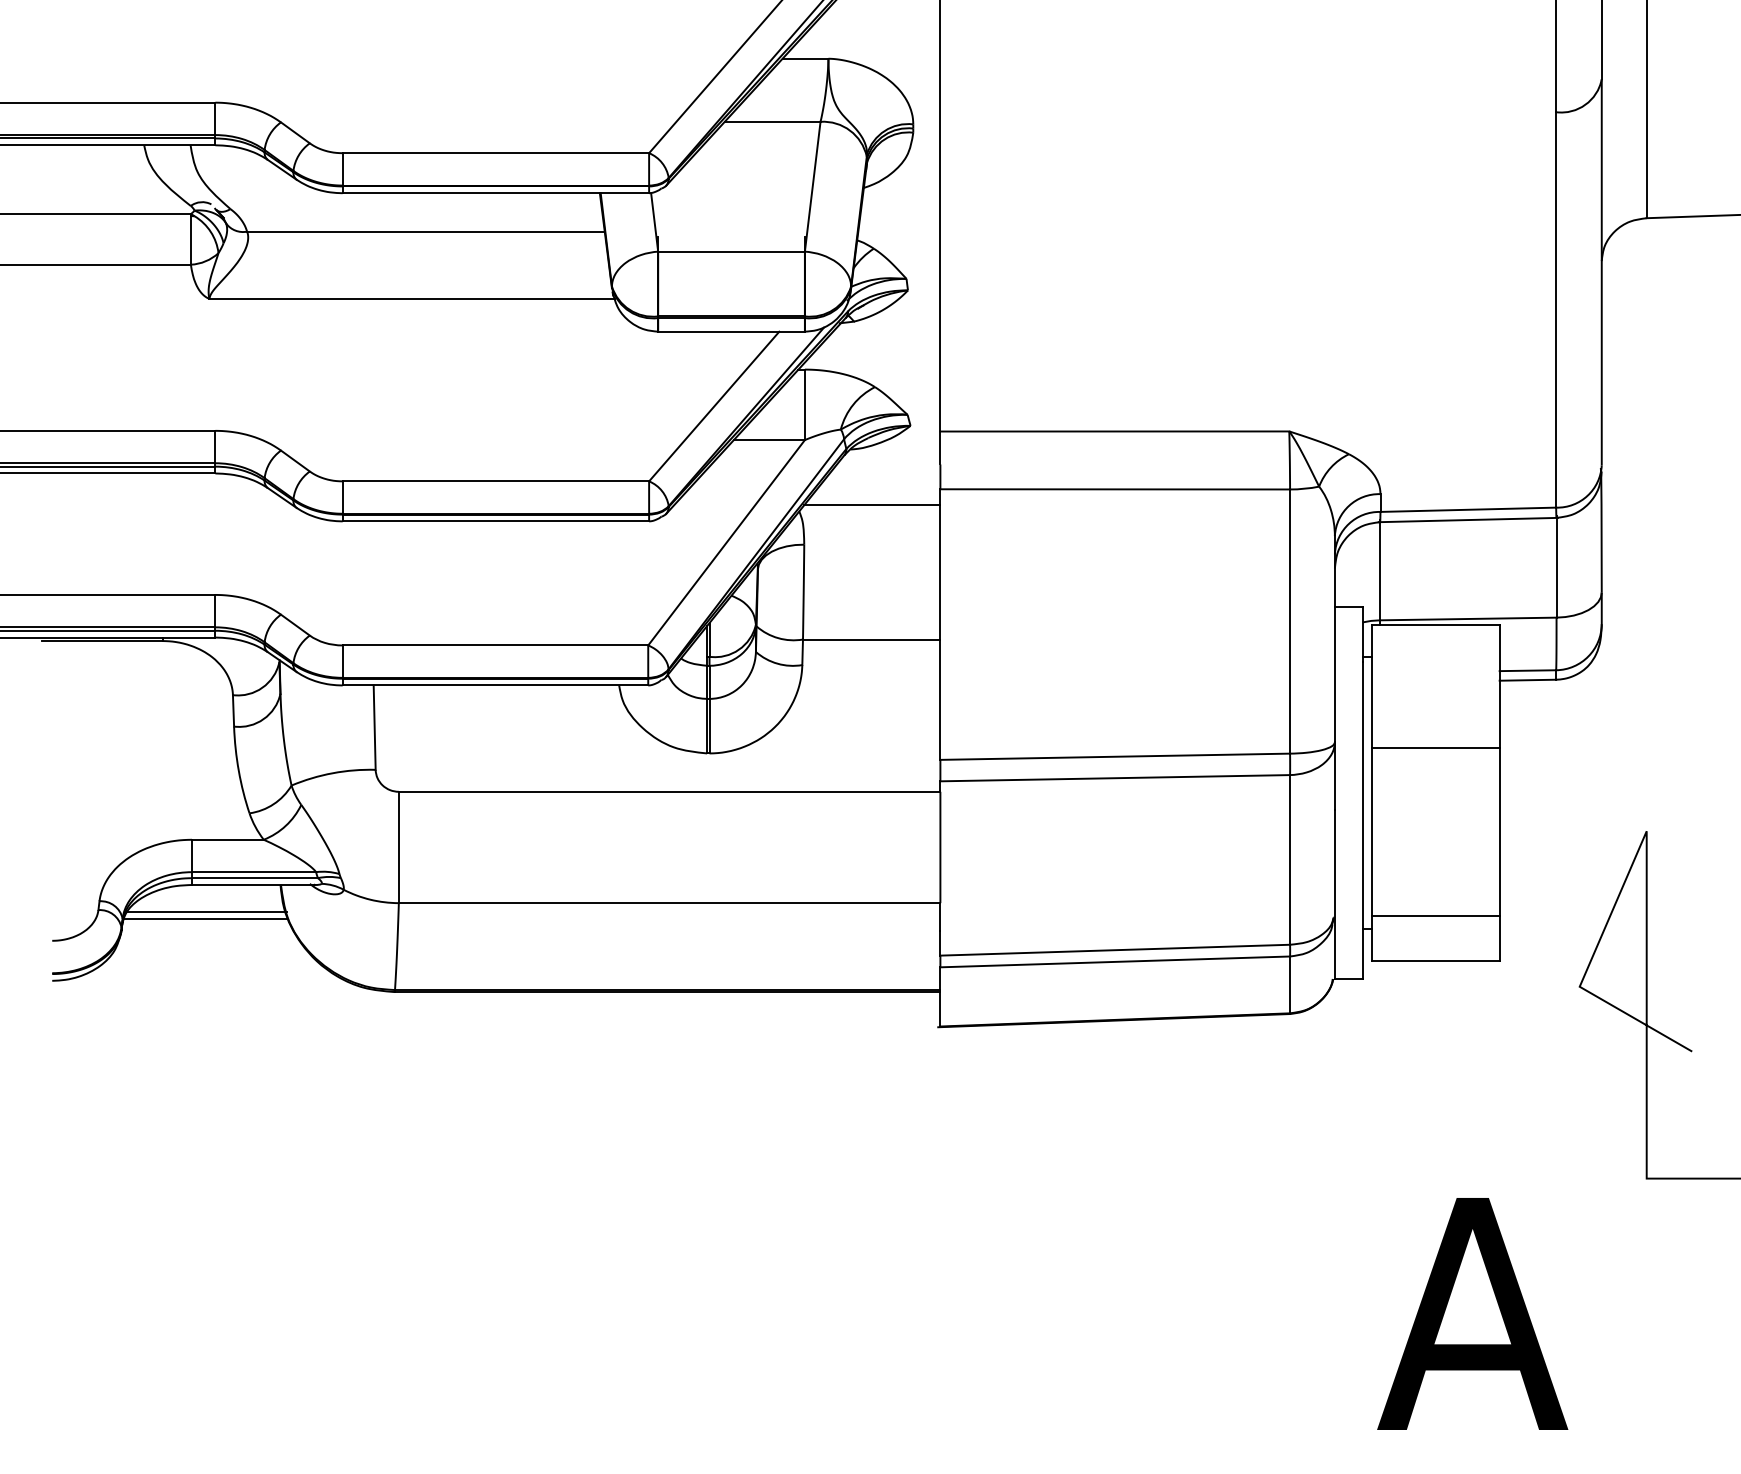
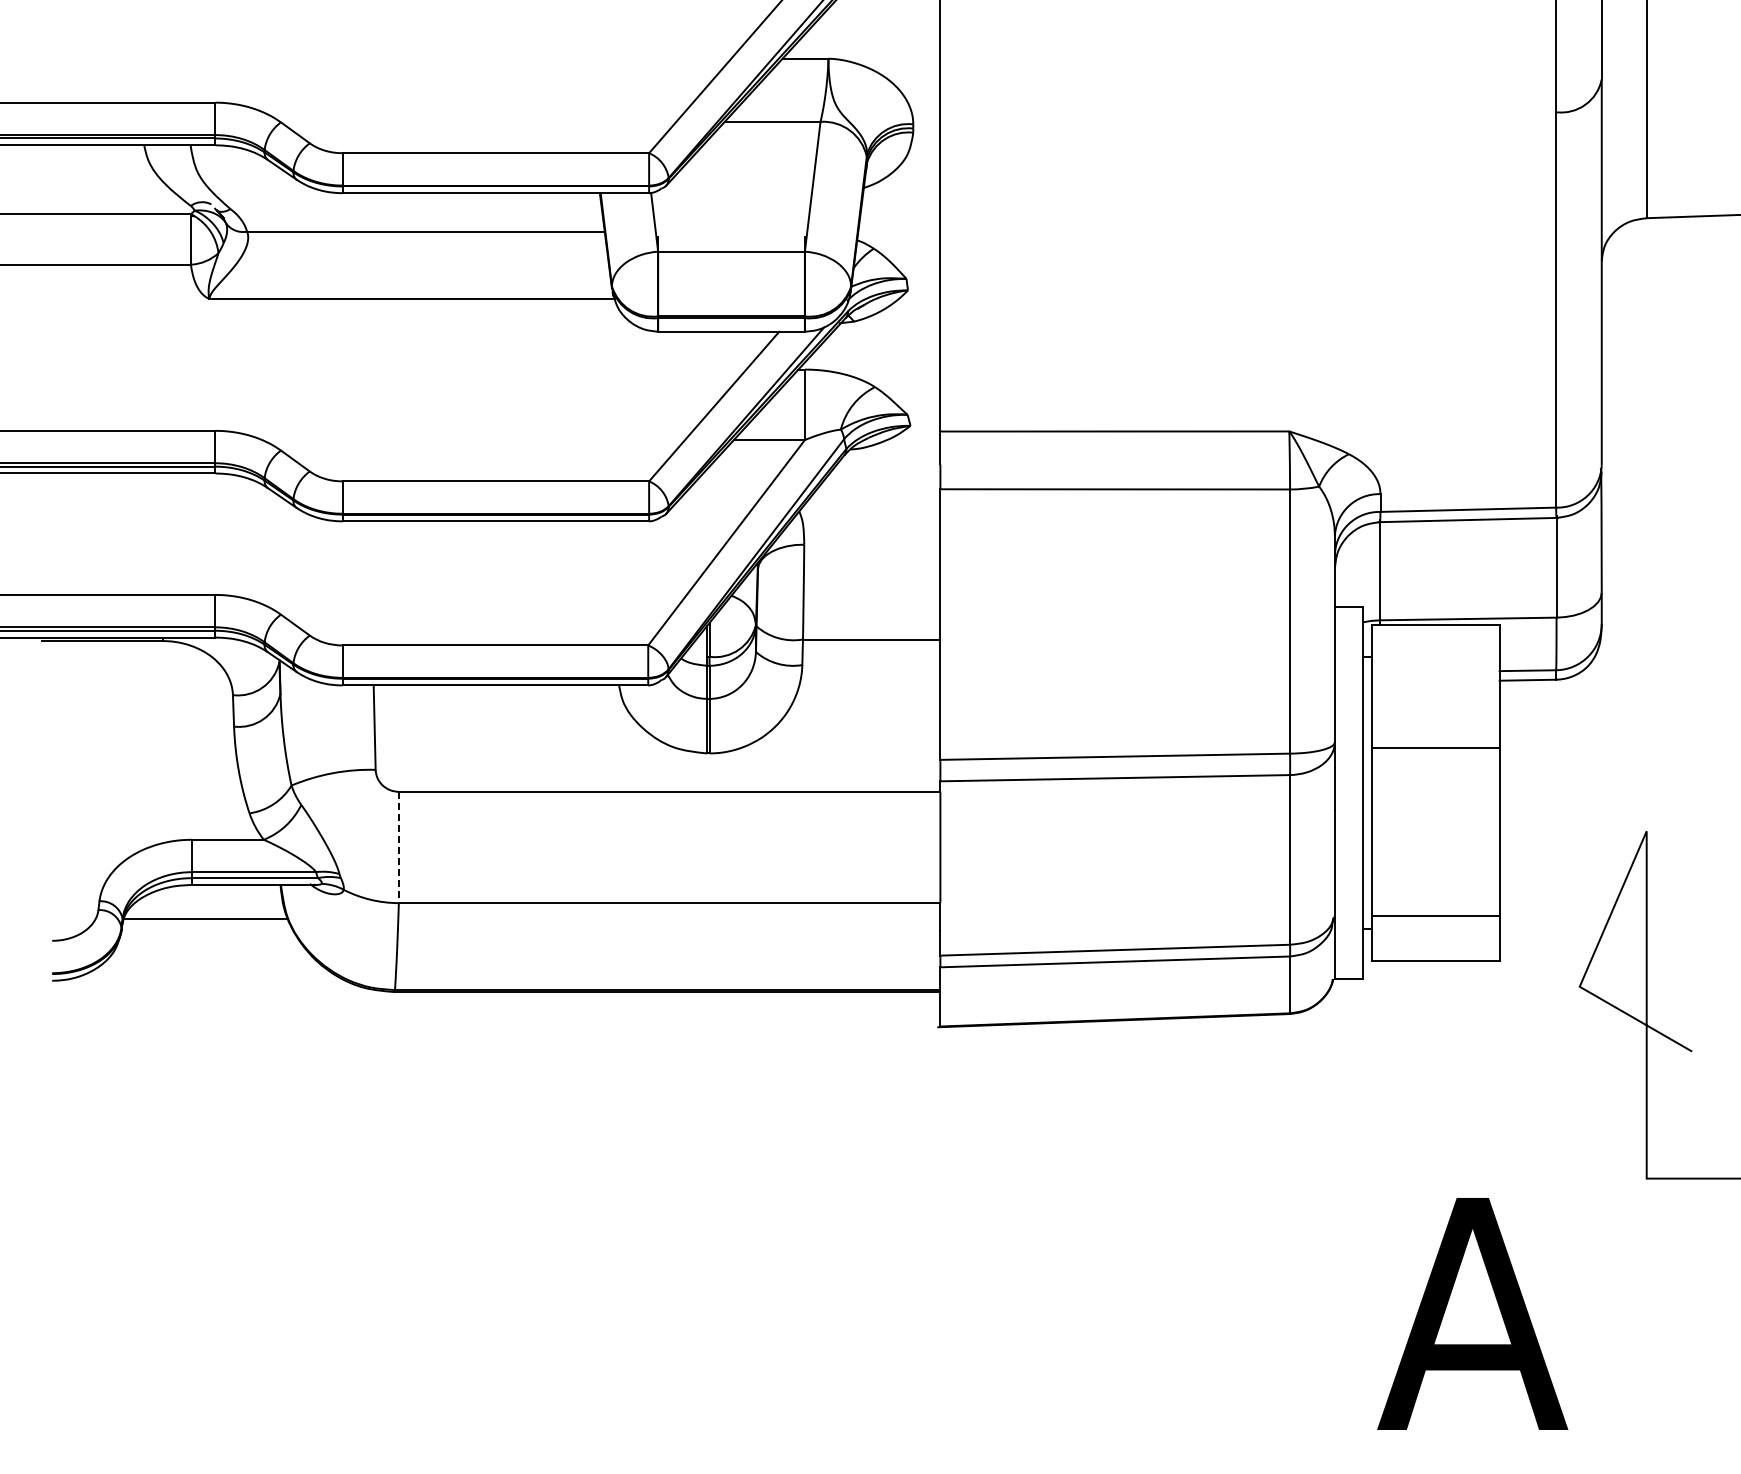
line at (872, 505): present -> none
line at (398, 847): solid -> dashed
line at (206, 912): present -> none
